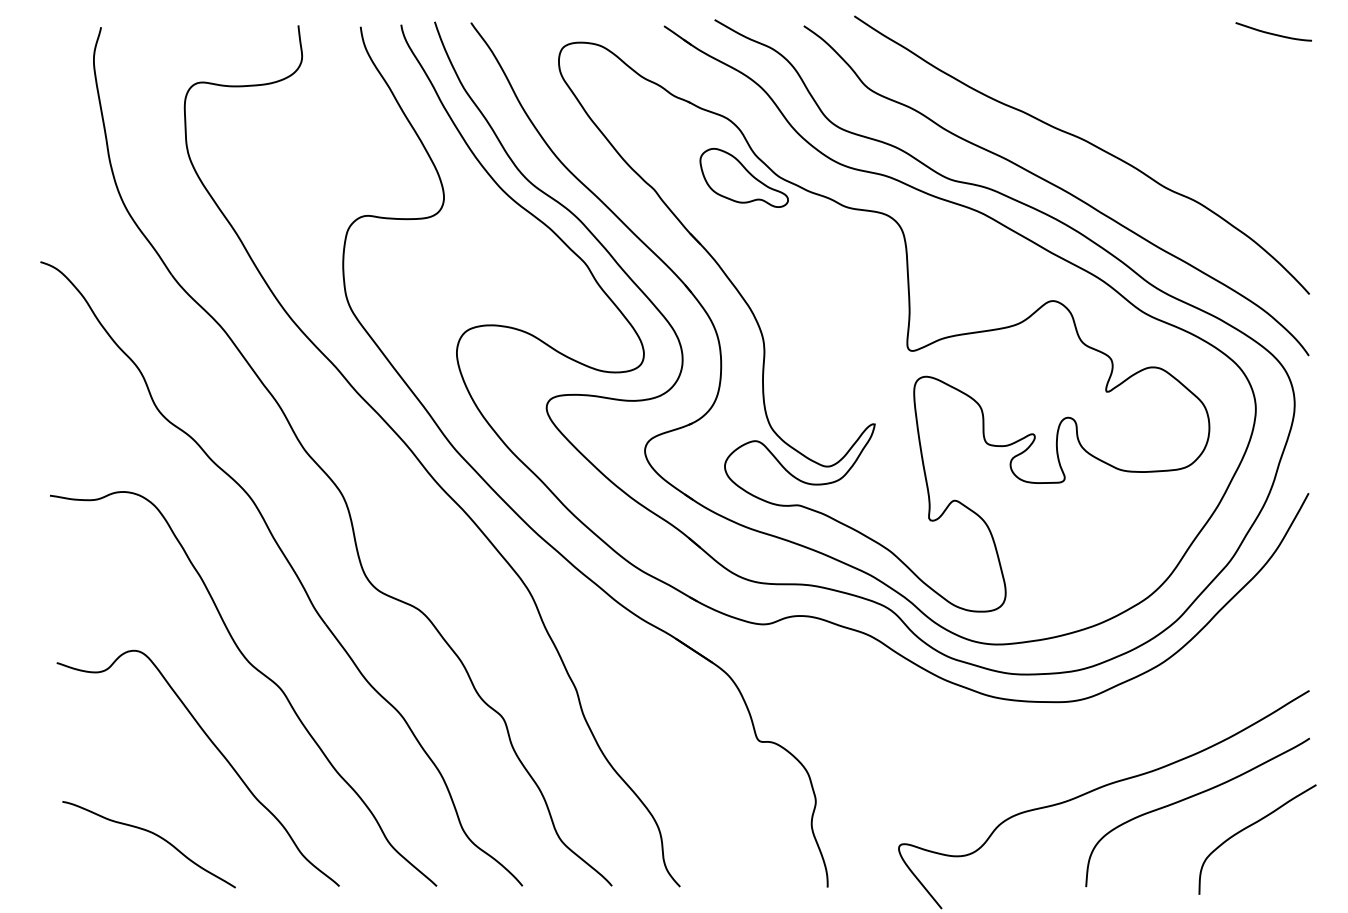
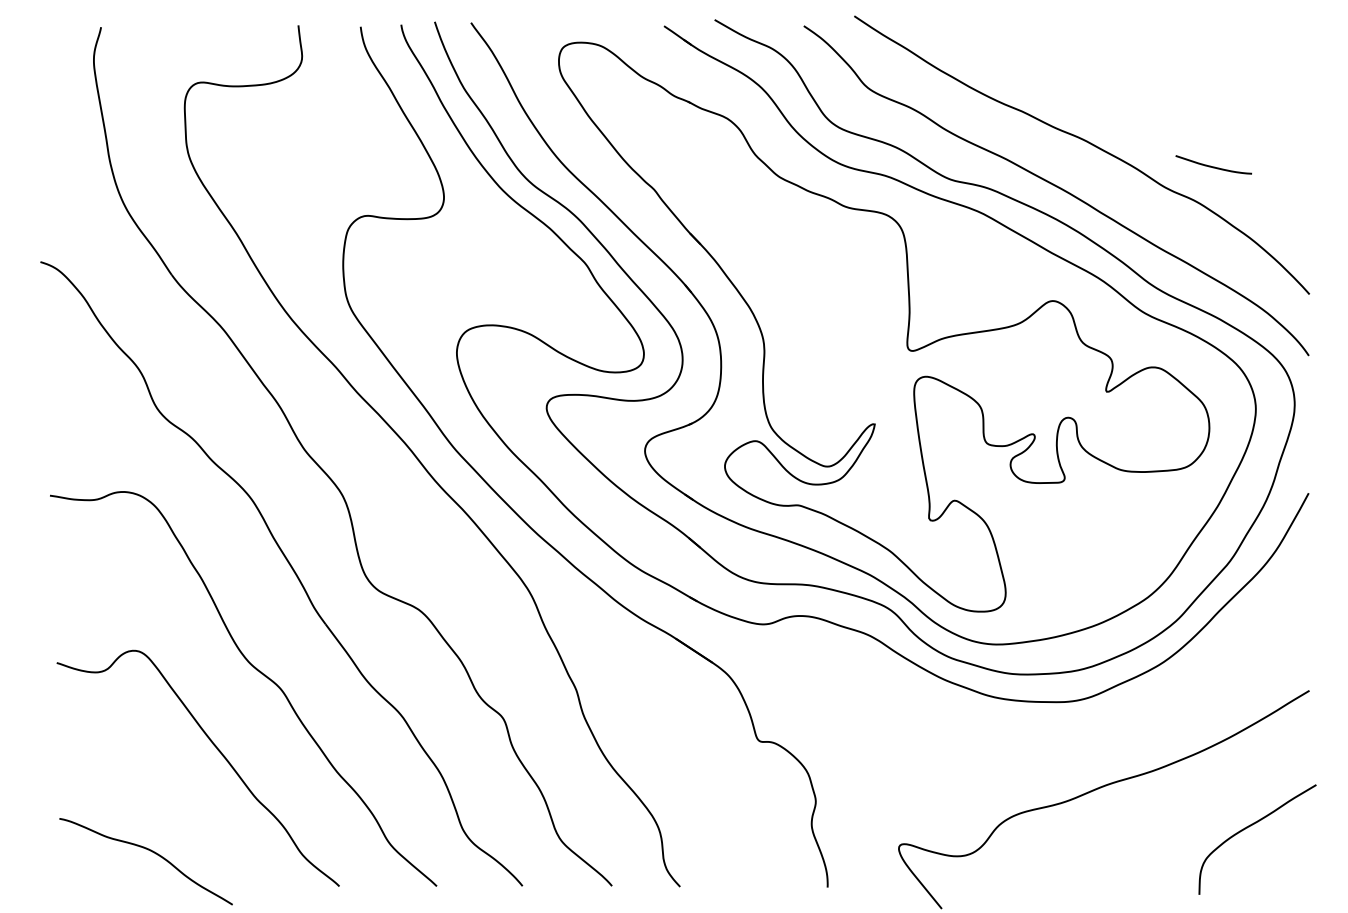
curve at (1273, 33) position: (1273, 33) -> (1213, 166)
part at (743, 177): present -> none
curve at (1192, 797): present -> none
curve at (153, 834) position: (153, 834) -> (150, 851)
